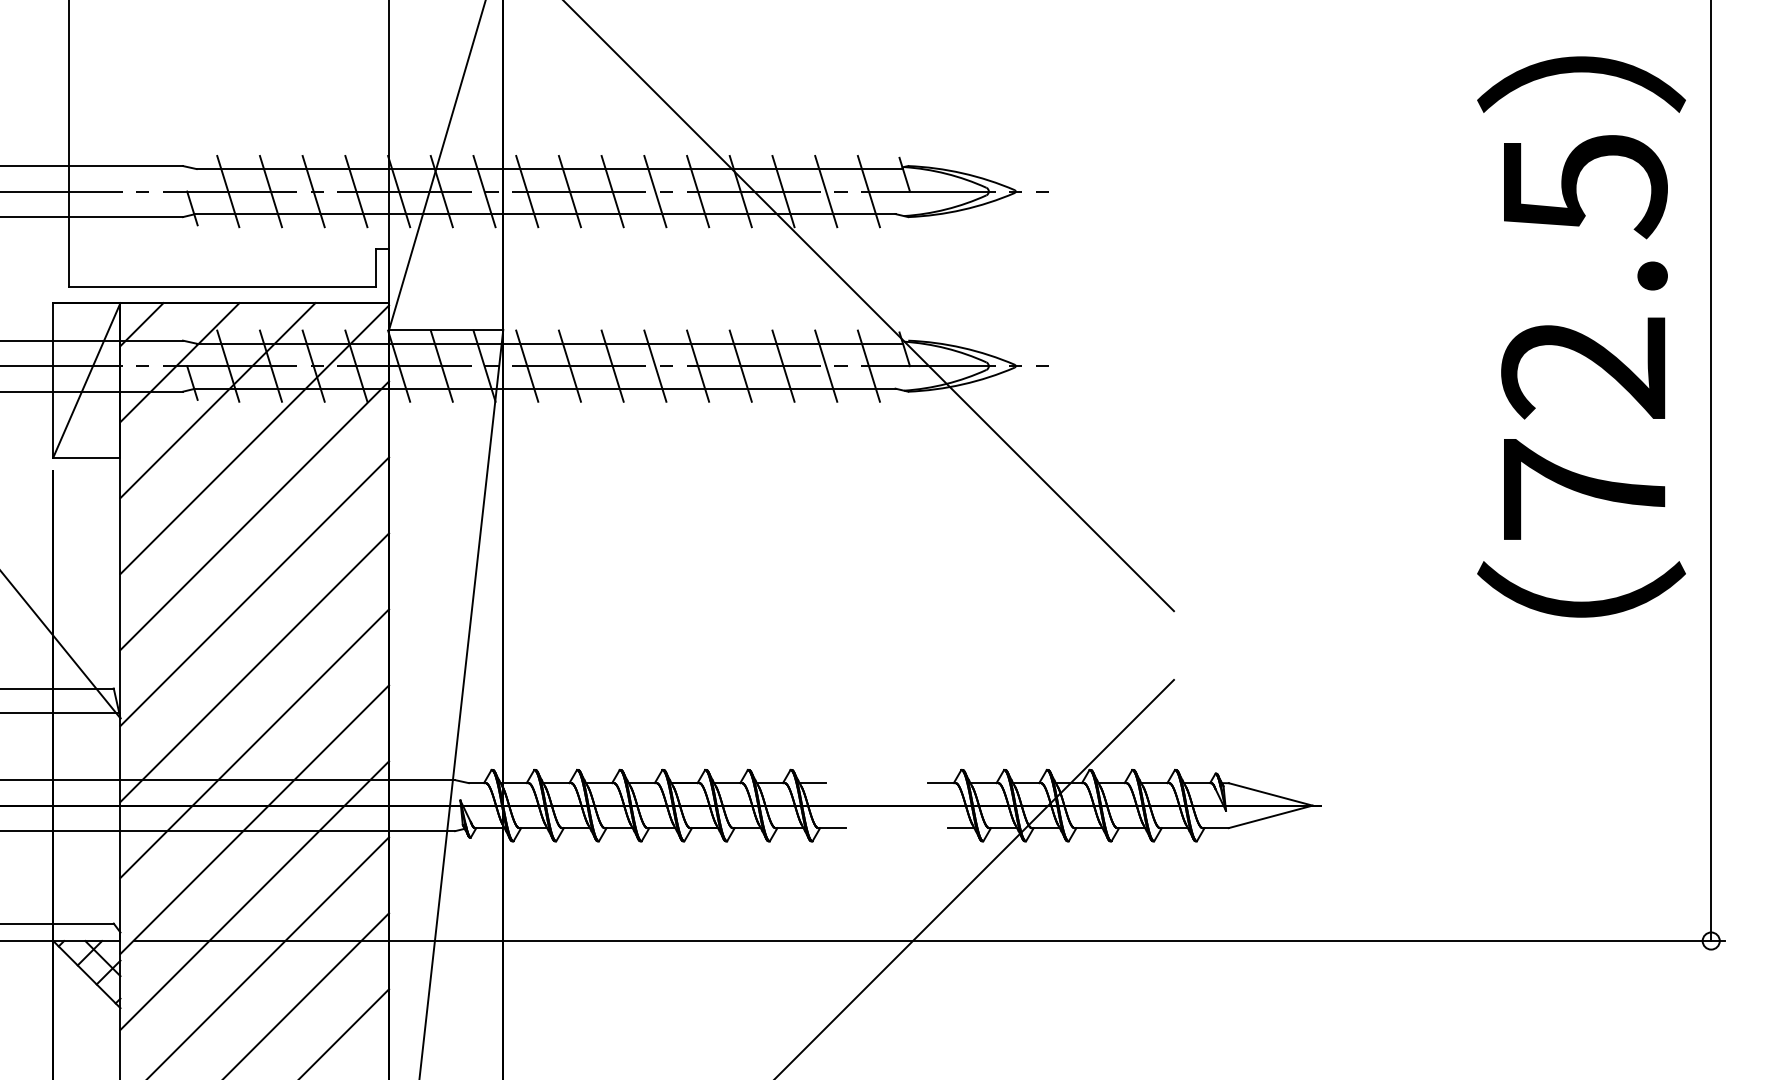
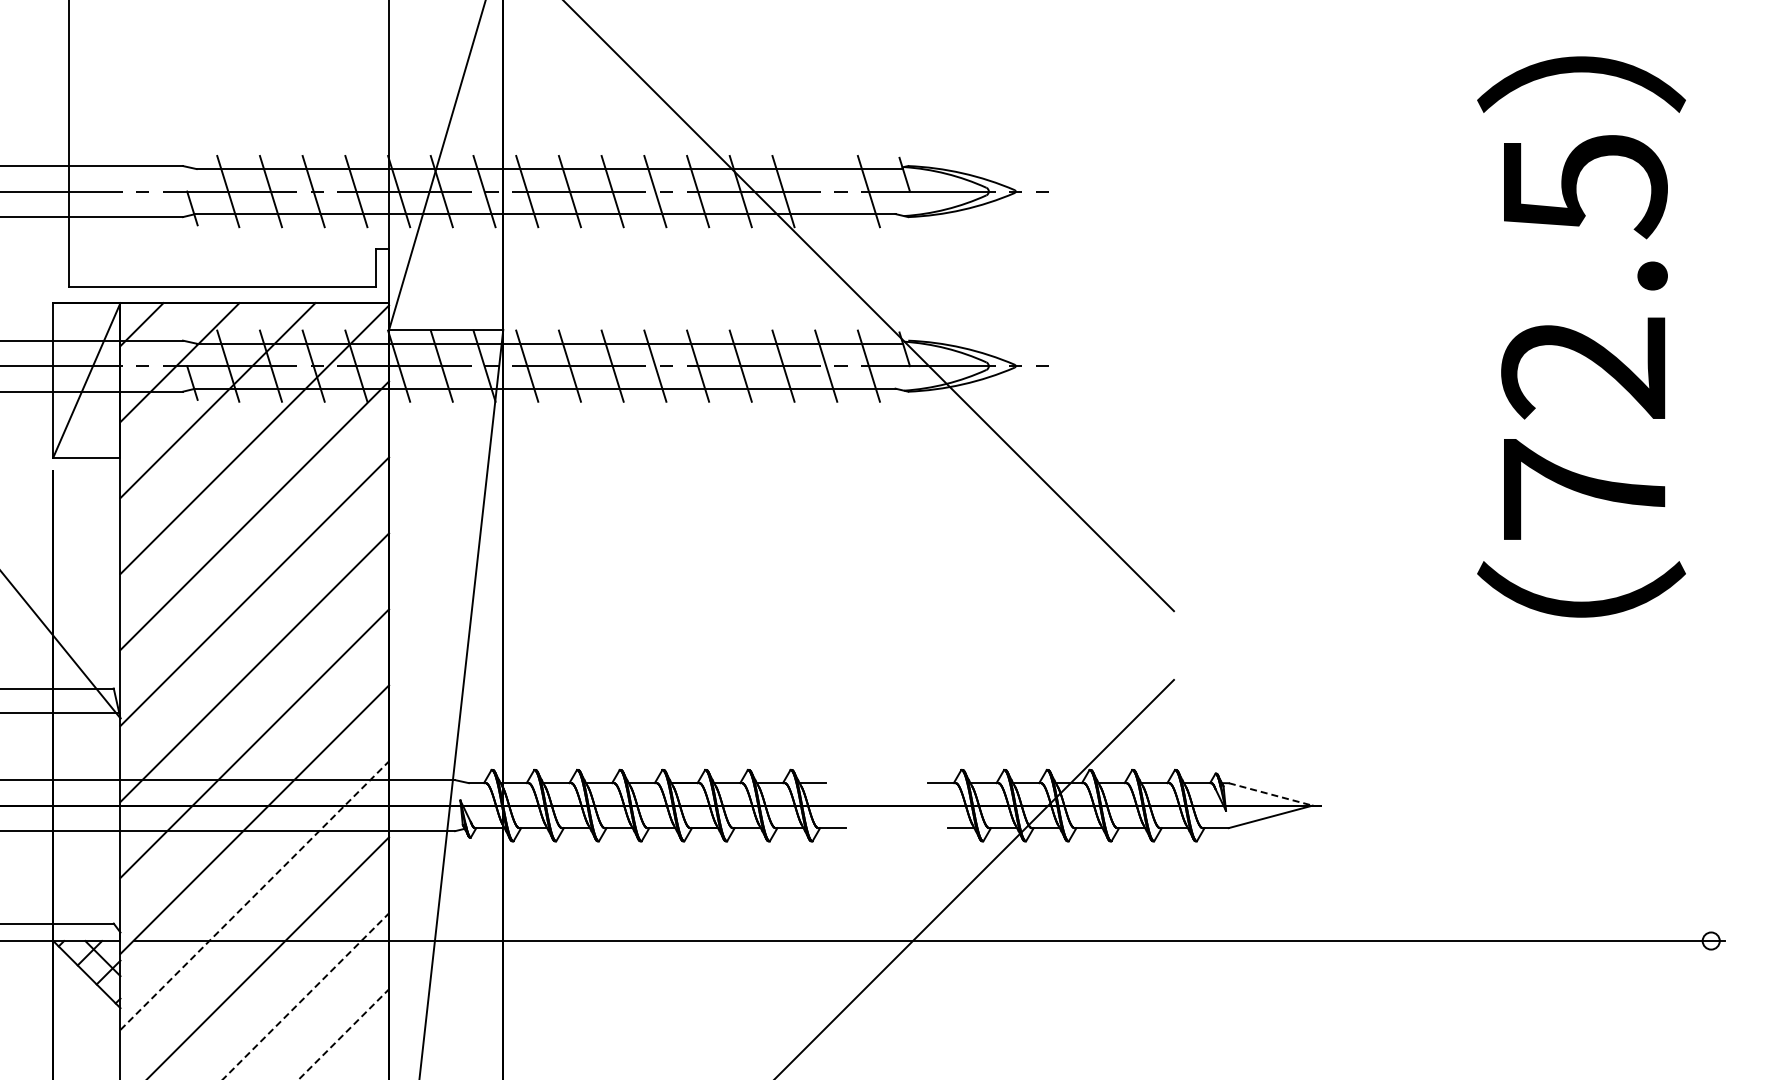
line at (826, 191): present -> none
line at (1711, 471): present -> none
line at (1271, 794): solid -> dashed
line at (254, 895): solid -> dashed
line at (306, 995): solid -> dashed
line at (343, 1034): solid -> dashed
